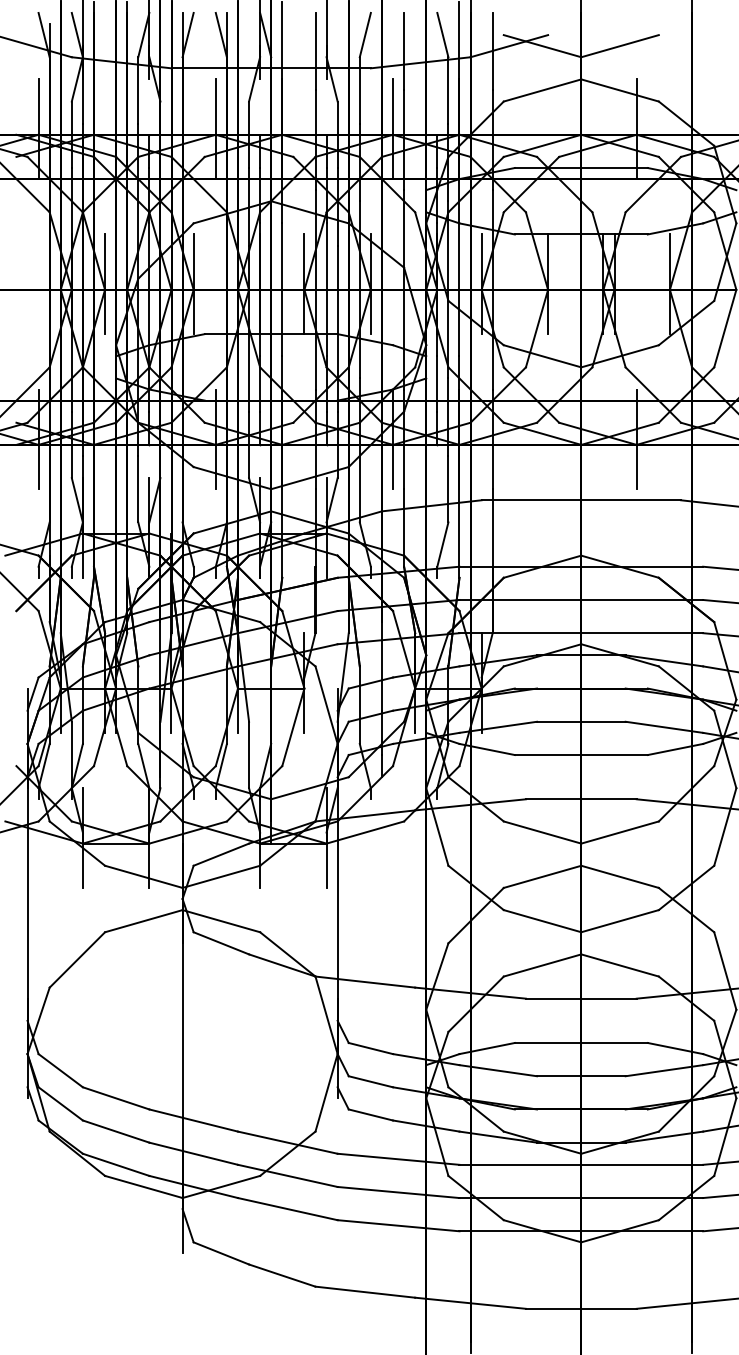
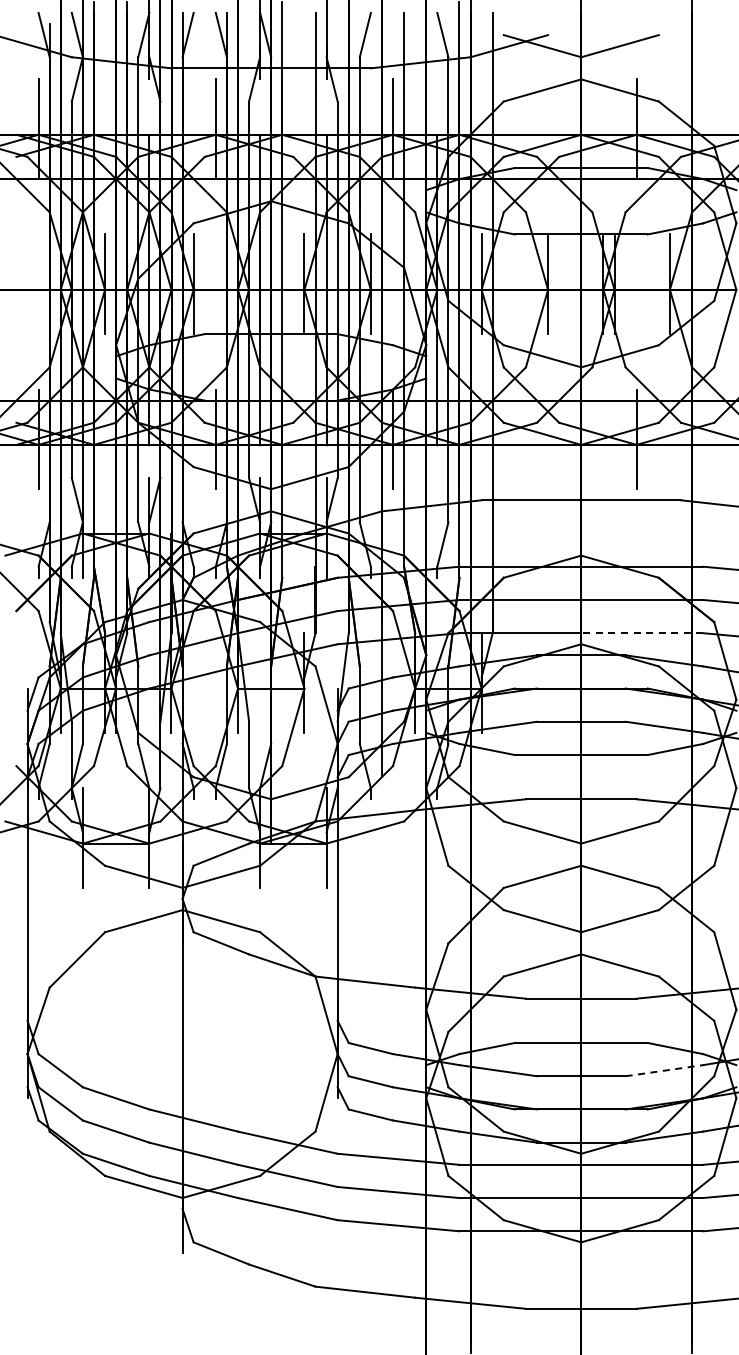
line at (642, 633): solid -> dashed
line at (664, 1070): solid -> dashed
